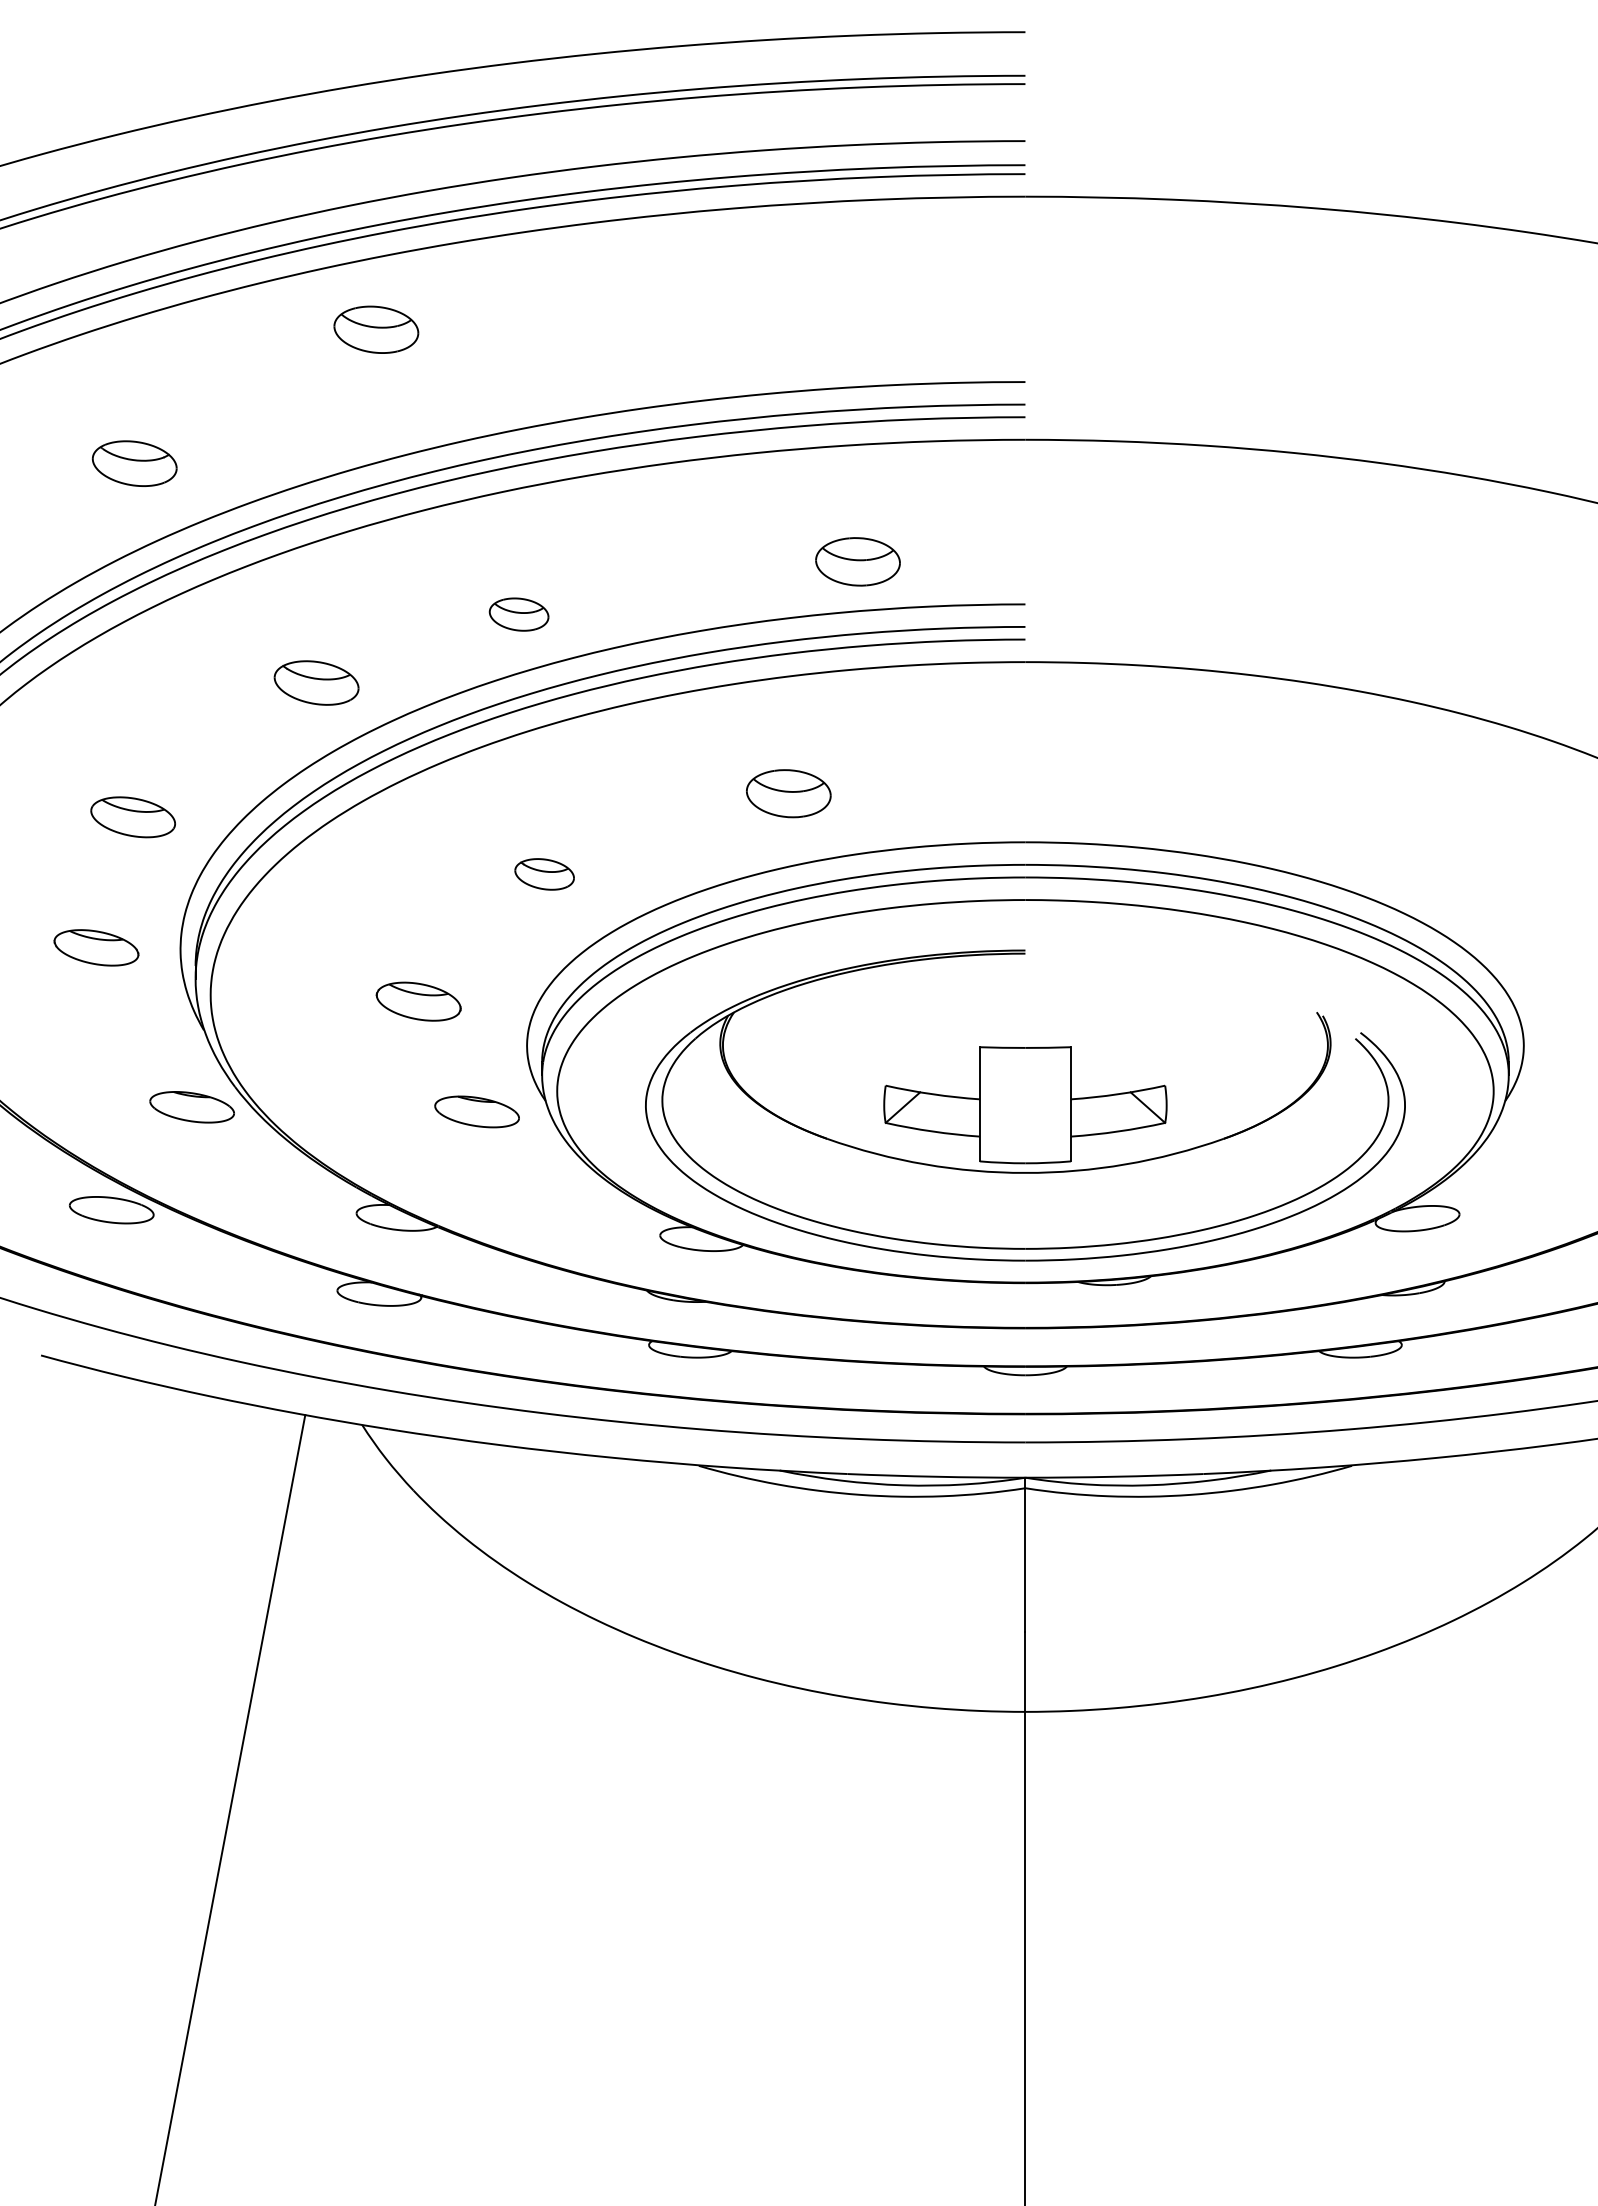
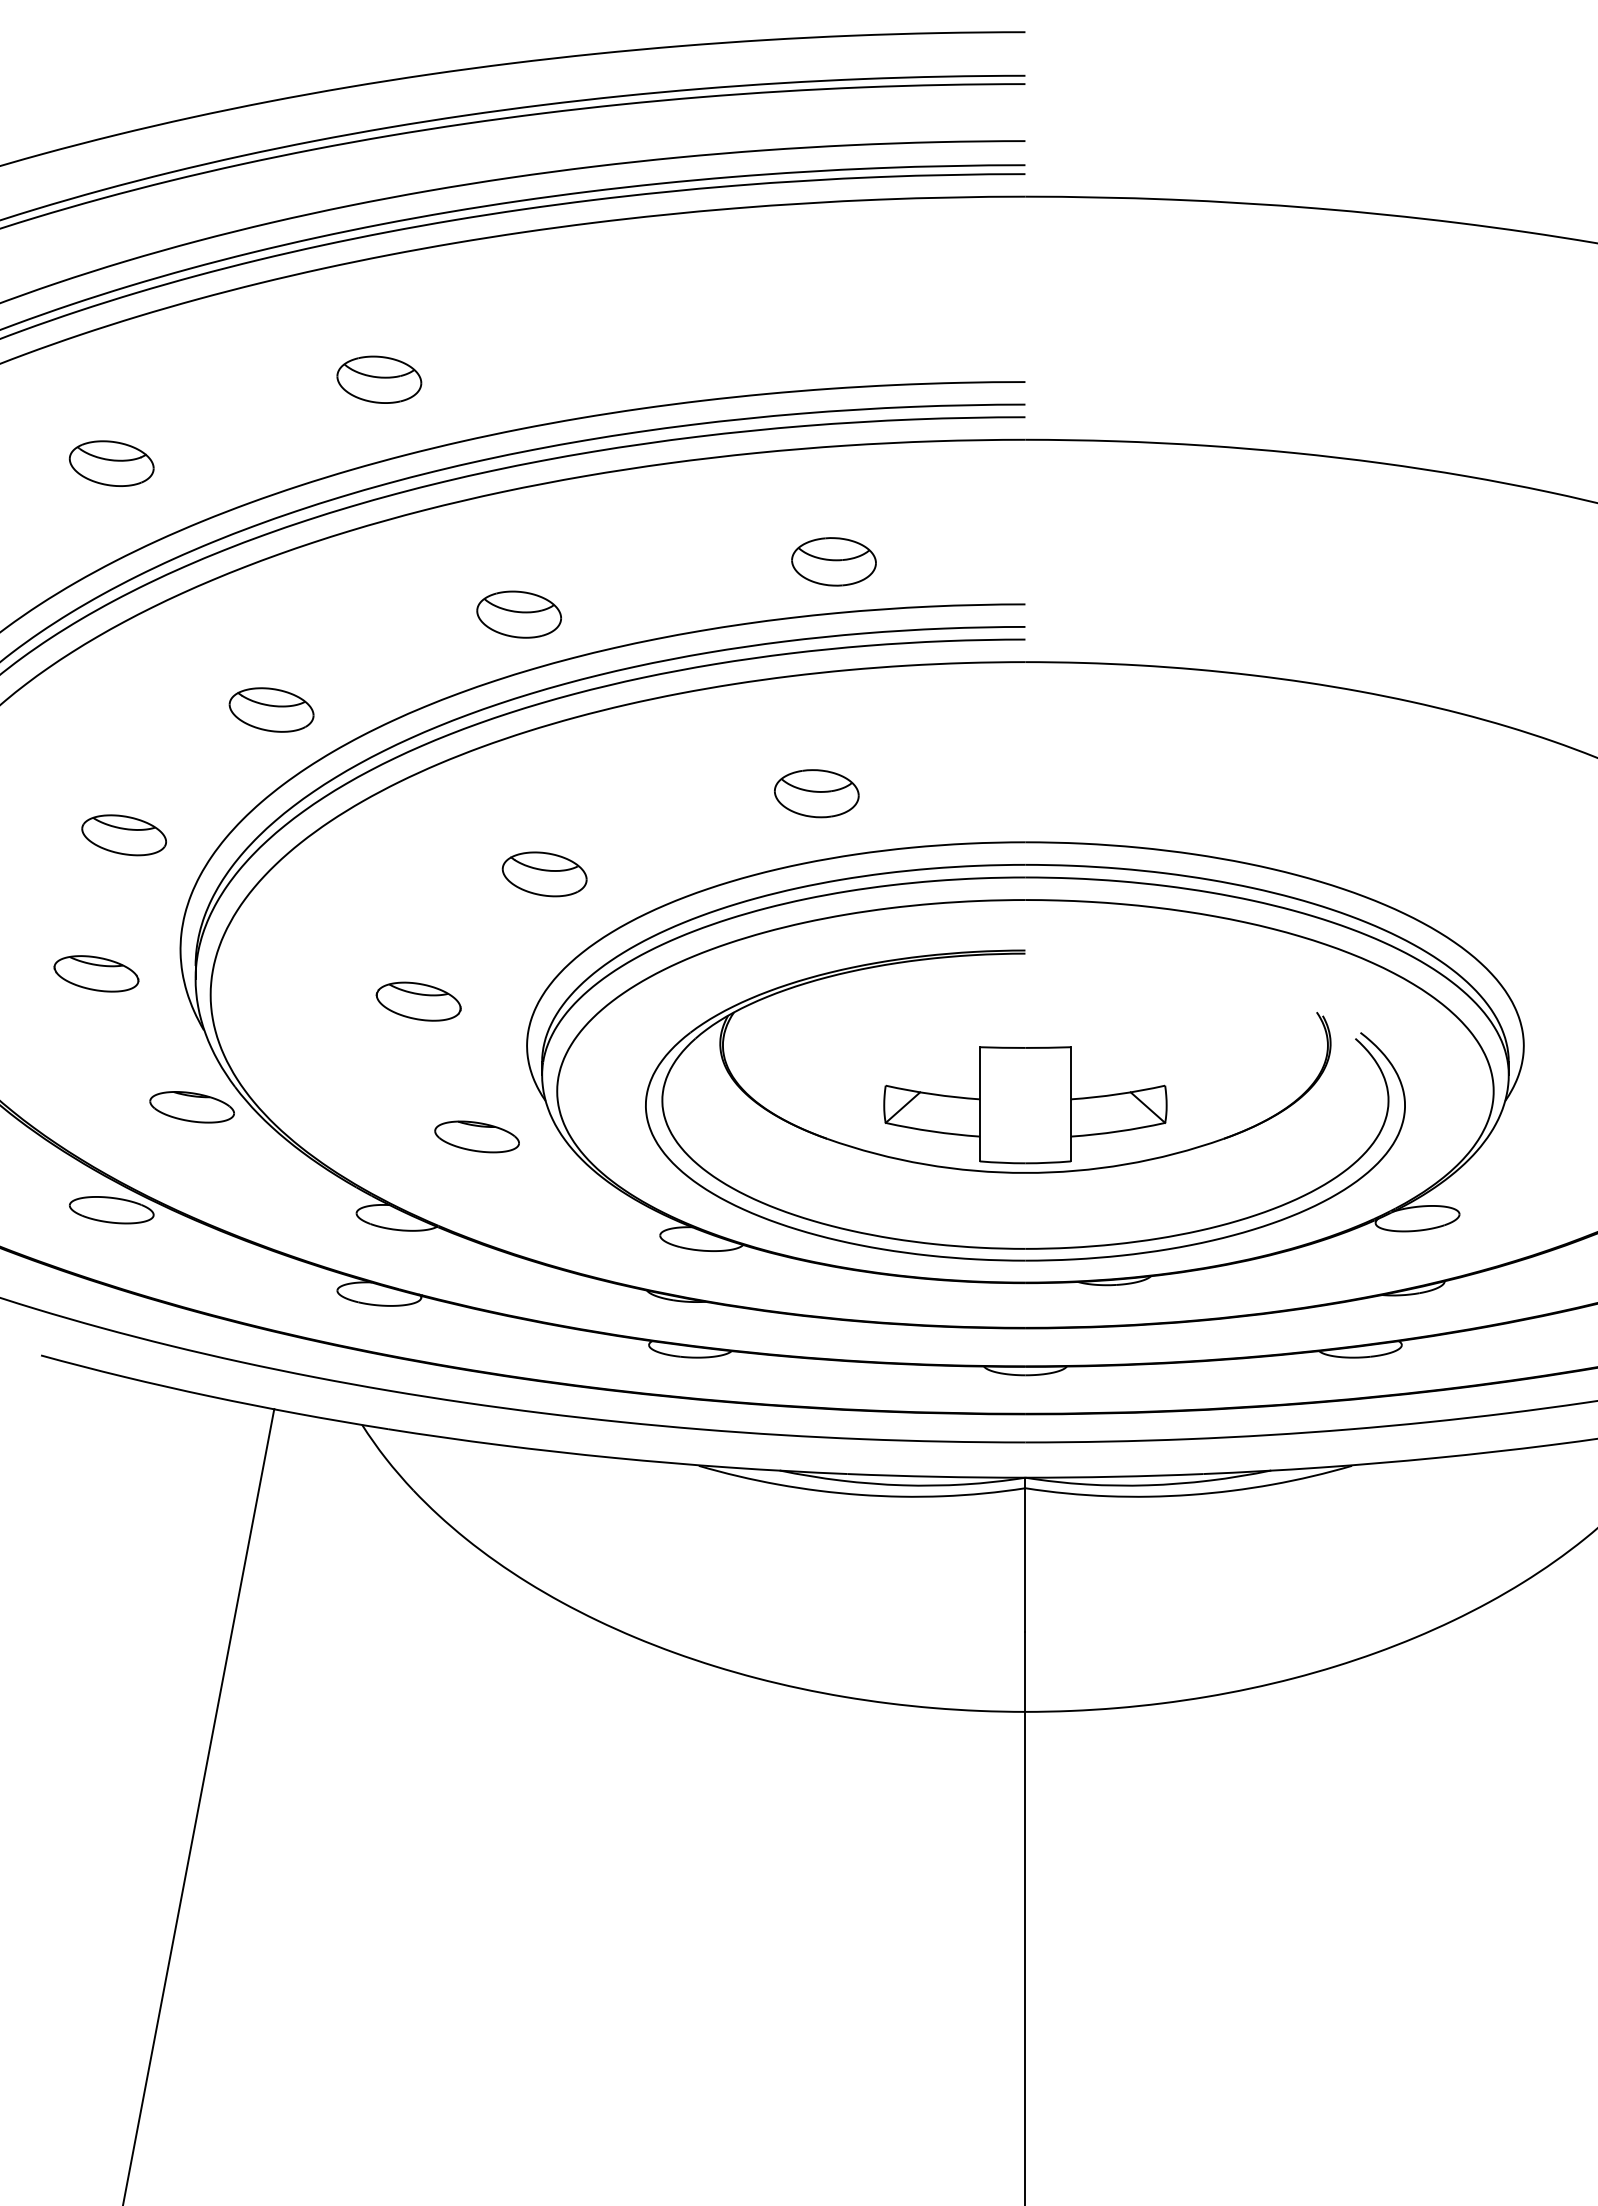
part at (376, 329) position: (376, 329) -> (379, 379)
part at (134, 463) position: (134, 463) -> (111, 463)
part at (857, 561) position: (857, 561) -> (833, 561)
part at (518, 614) size: 62x35 px -> 86x49 px
part at (316, 682) position: (316, 682) -> (271, 709)
part at (788, 793) position: (788, 793) -> (816, 793)
part at (132, 817) position: (132, 817) -> (123, 835)
part at (544, 874) size: 61x33 px -> 87x47 px
part at (96, 947) position: (96, 947) -> (96, 973)
part at (476, 1111) position: (476, 1111) -> (476, 1136)
line at (230, 1808) position: (230, 1808) -> (198, 1805)
